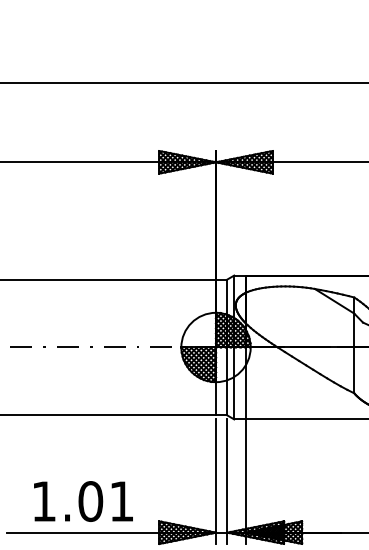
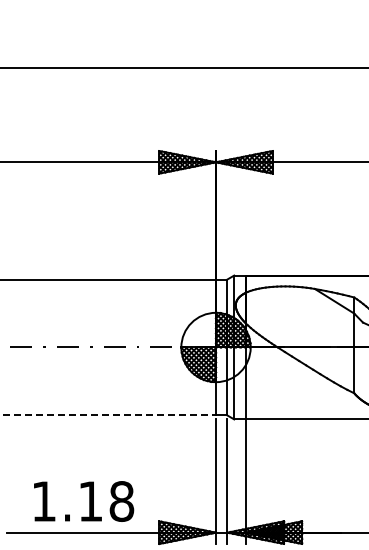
line at (183, 83) position: (183, 83) -> (183, 68)
line at (108, 415): solid -> dashed
text at (106, 501): 1.01 -> 1.18
